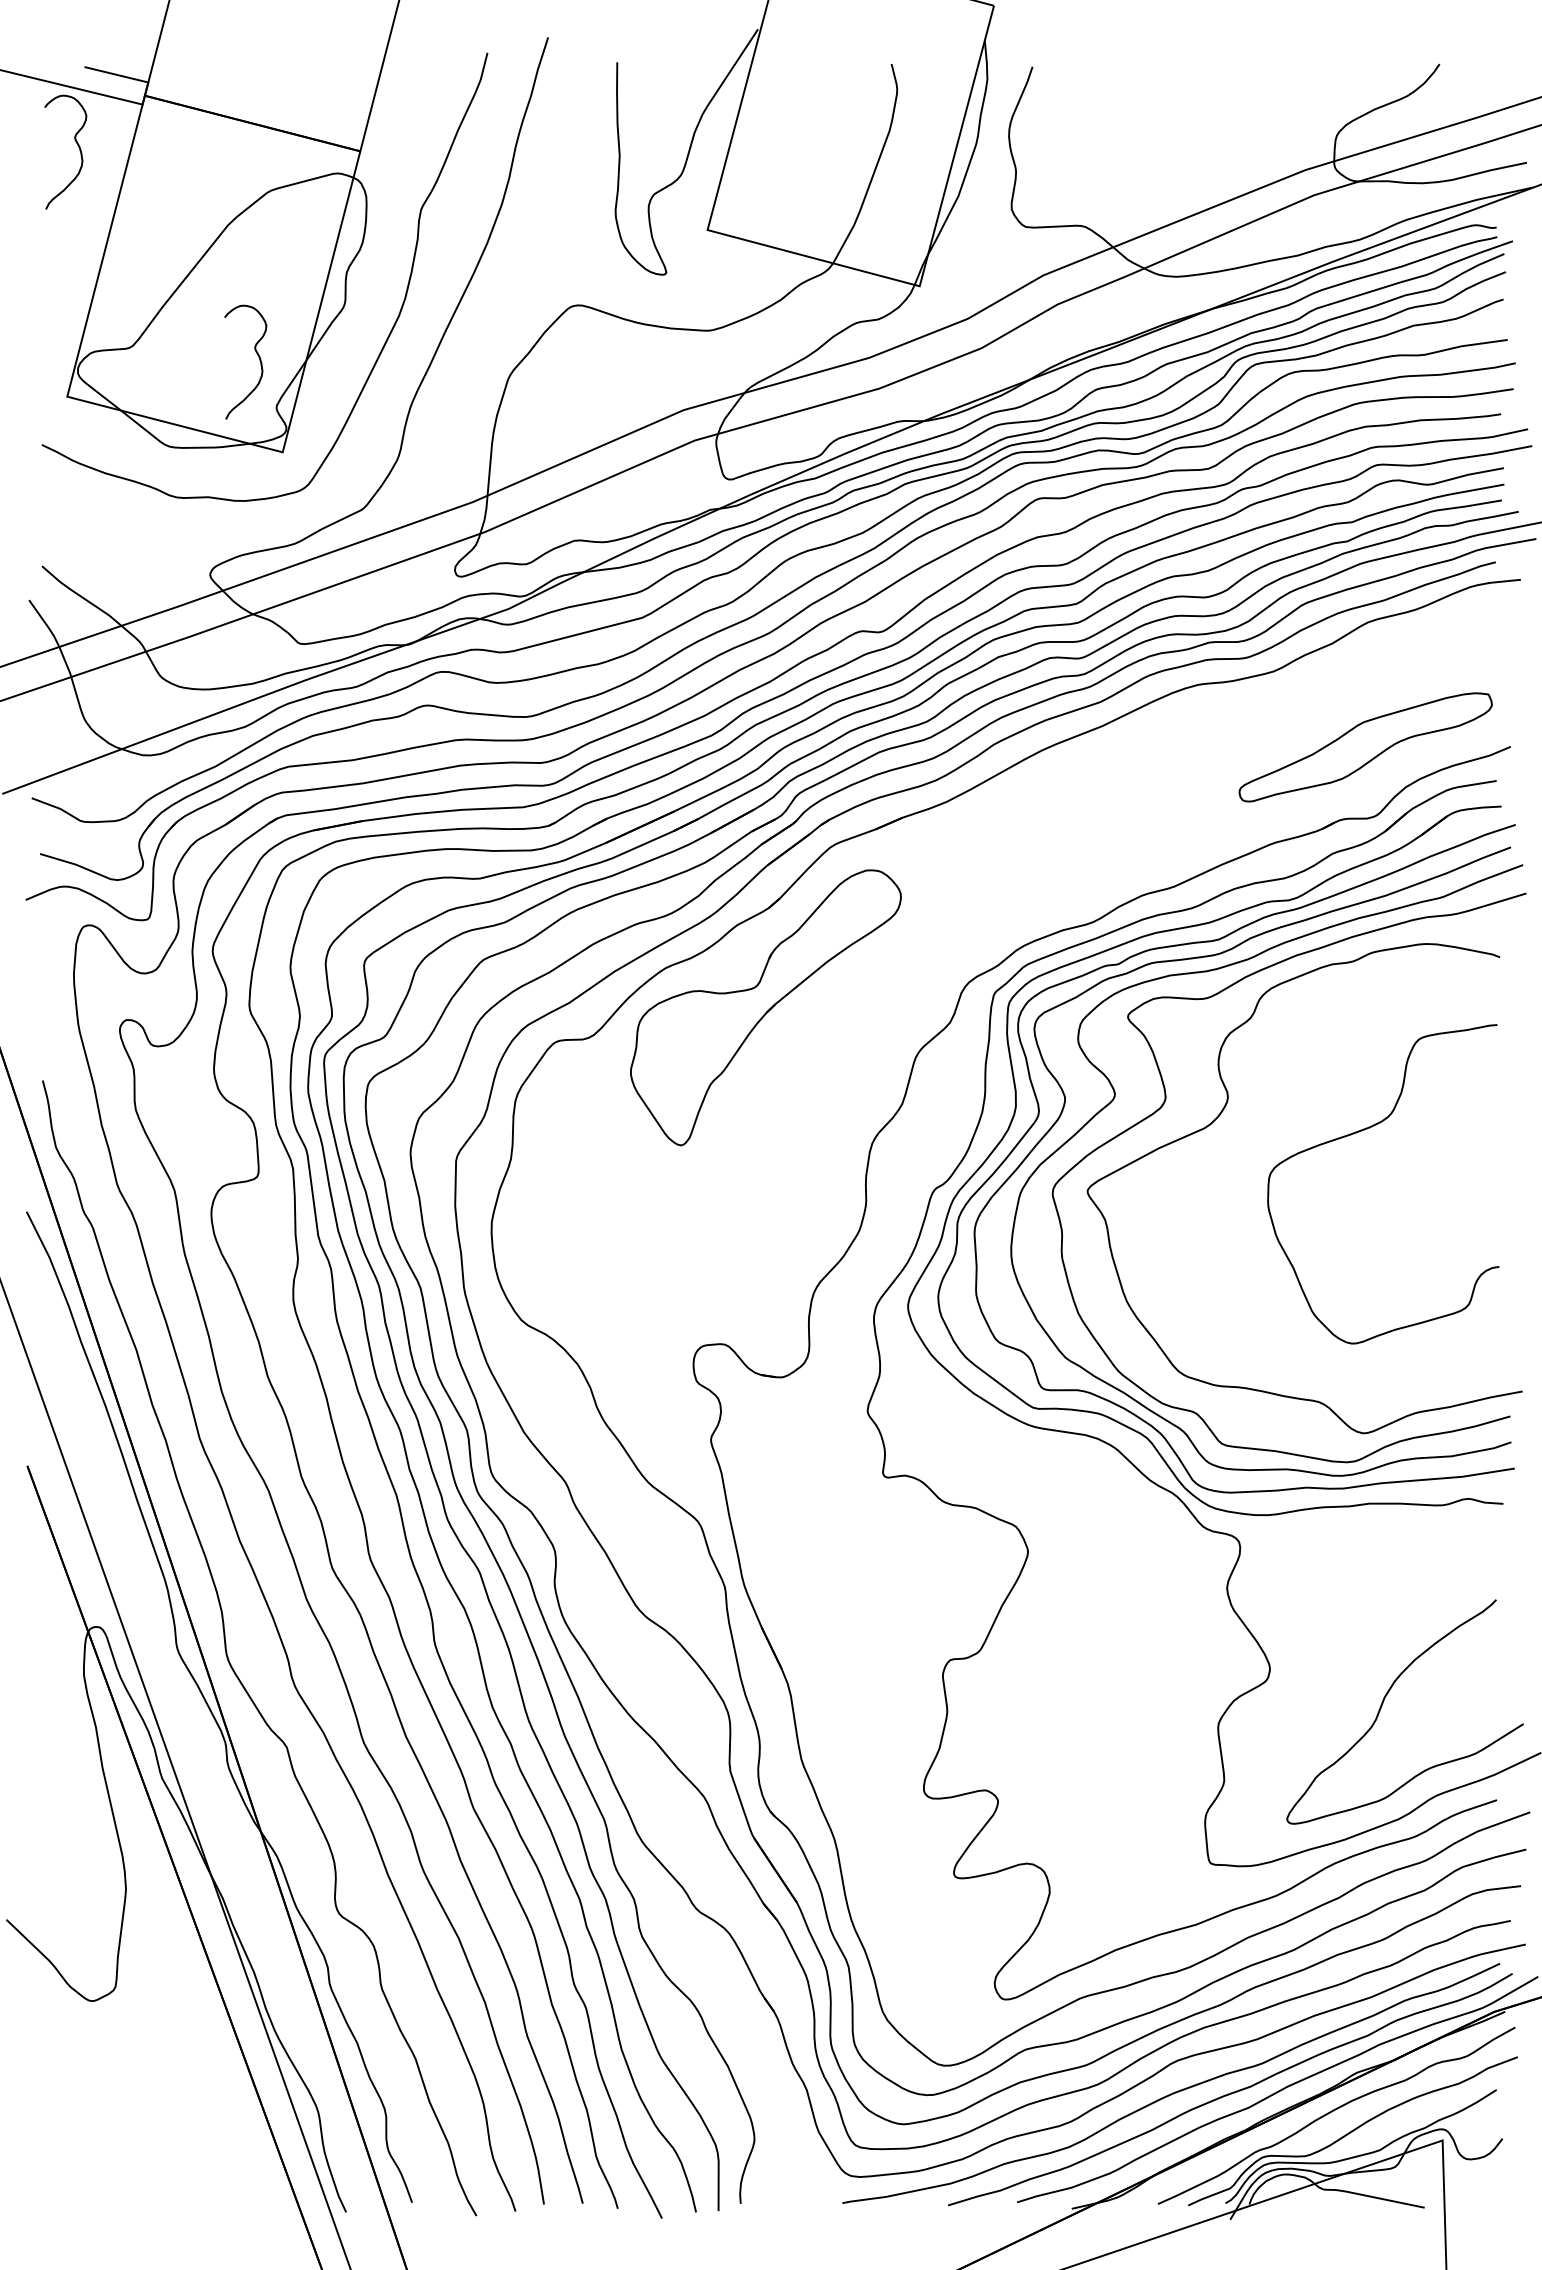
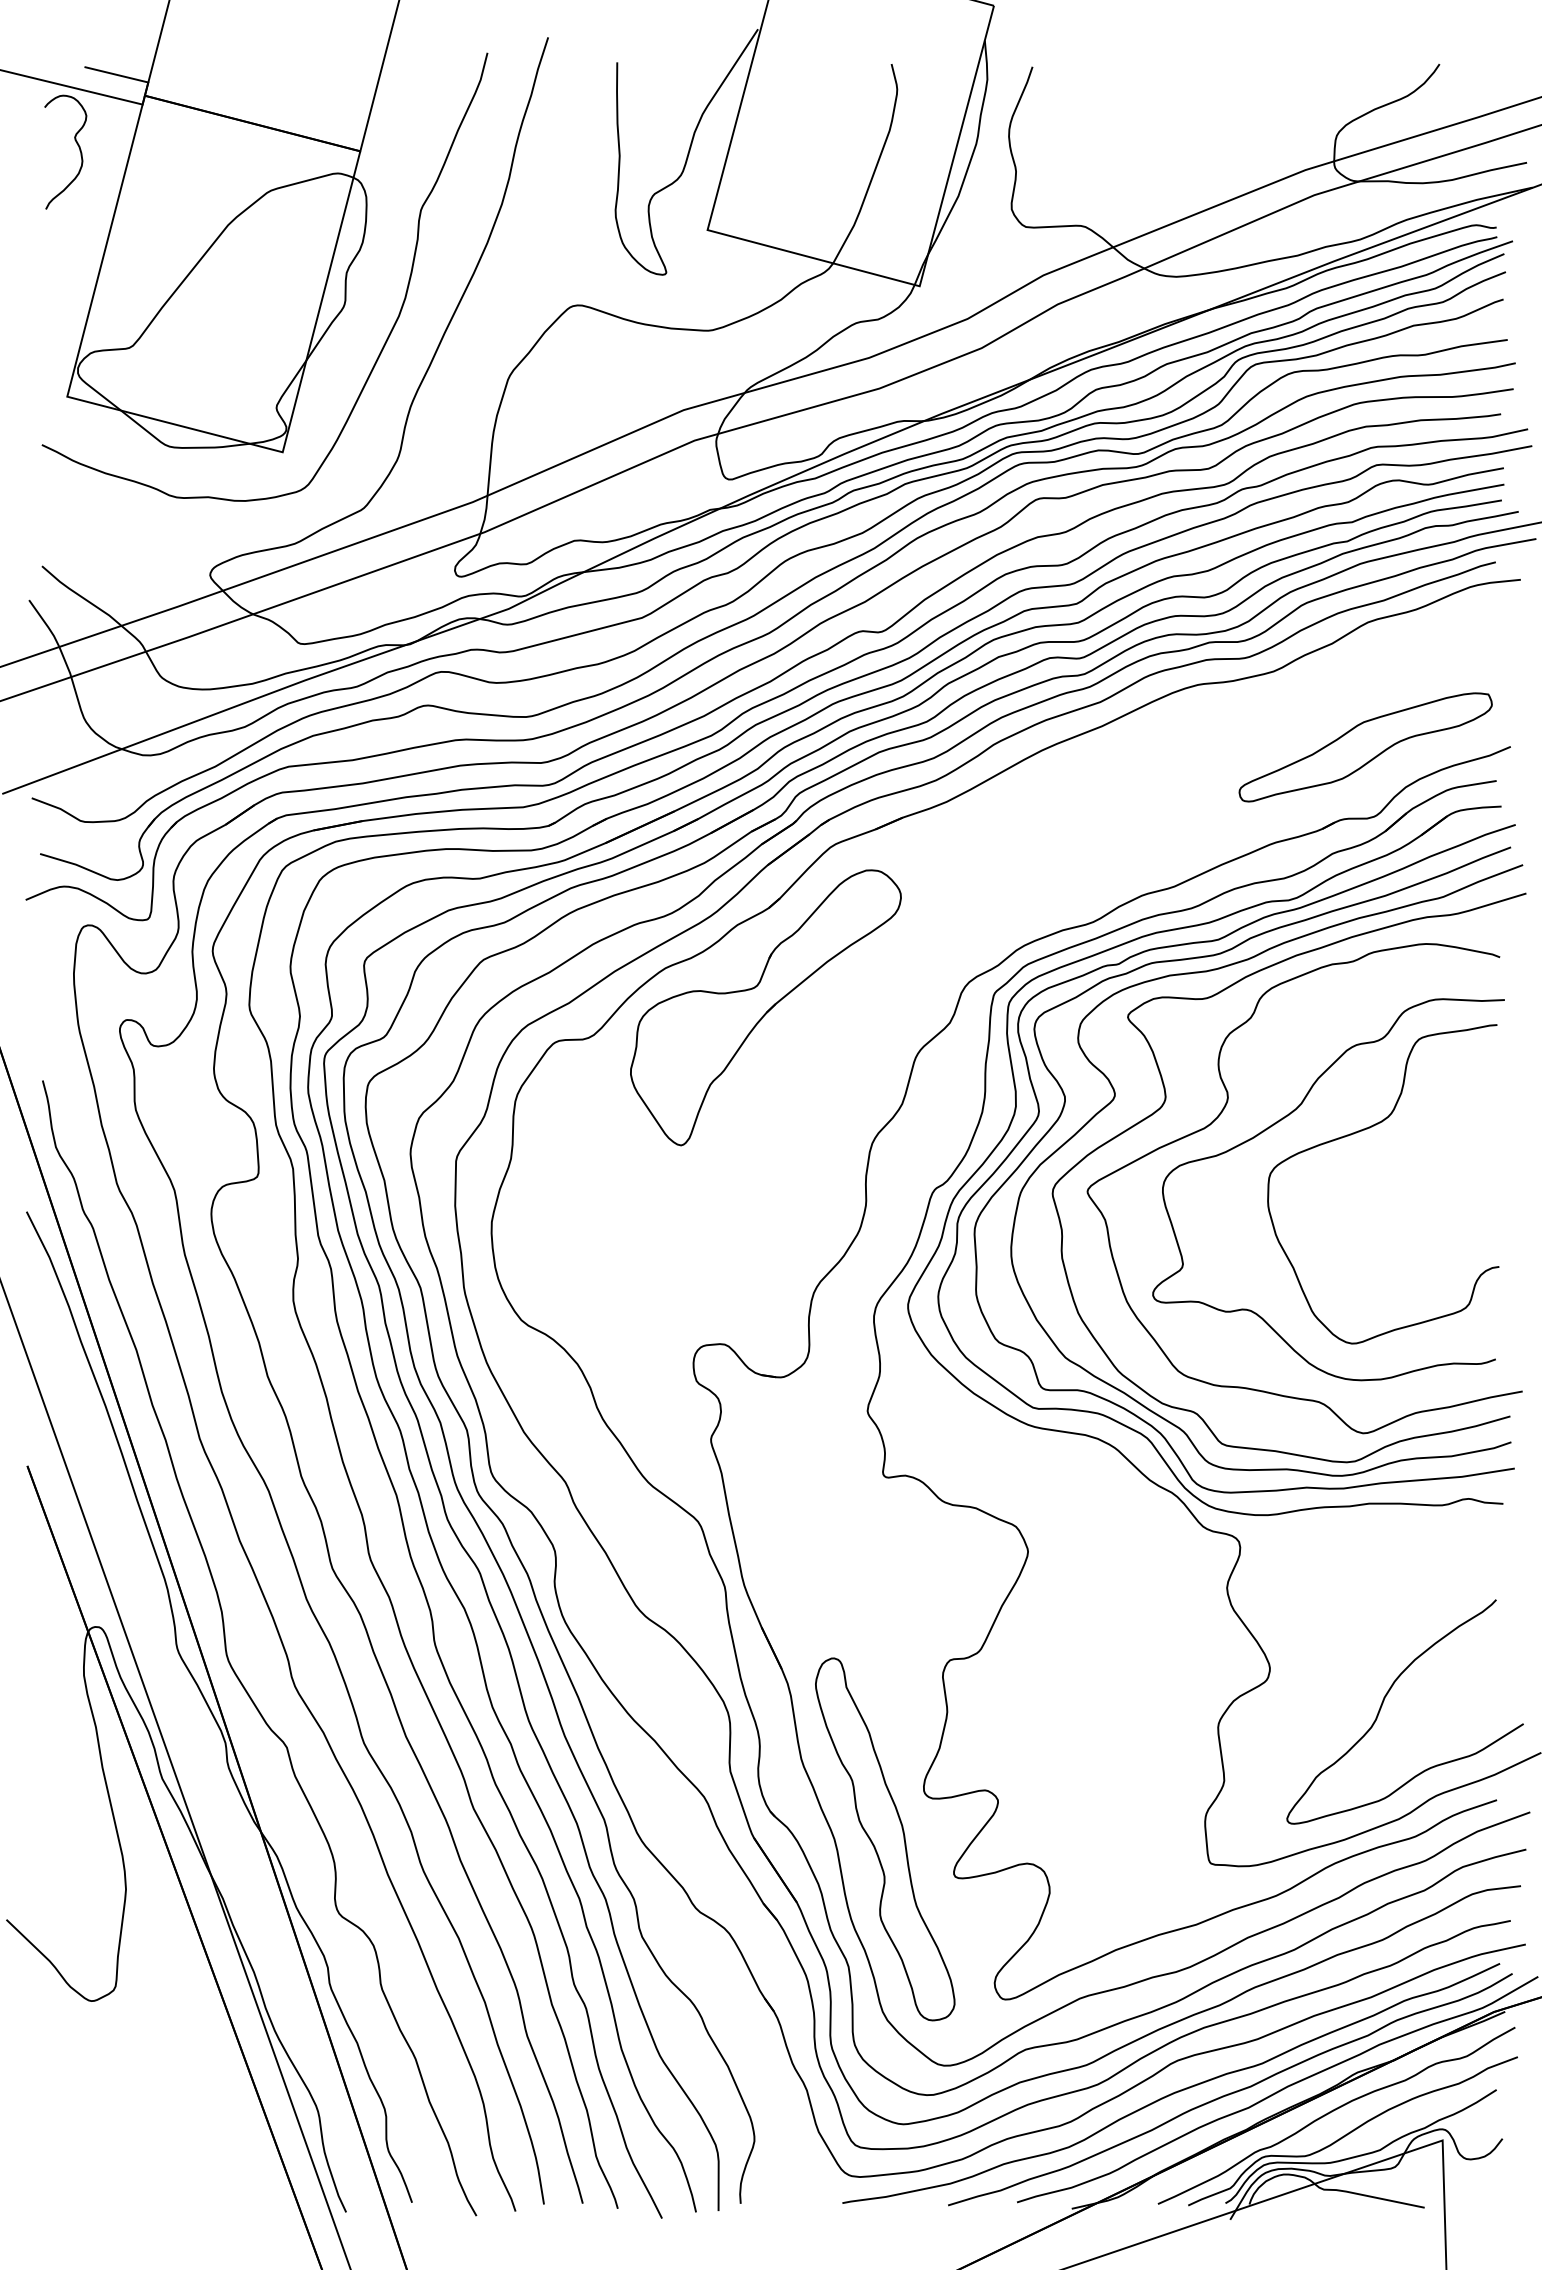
curve at (257, 355): present -> none
curve at (1283, 1119): none -> present
part at (885, 1839): none -> present
